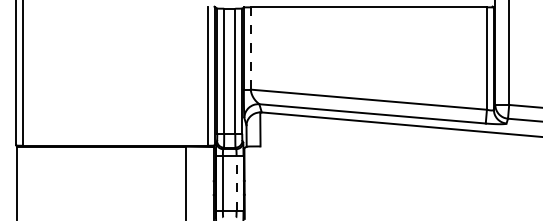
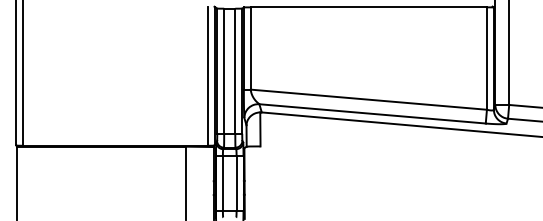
line at (250, 48): dashed -> solid
line at (236, 182): dashed -> solid
